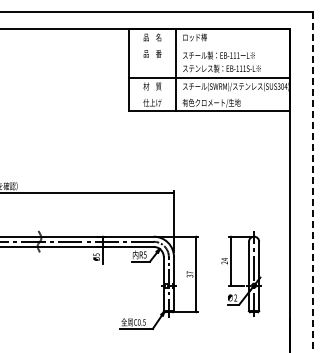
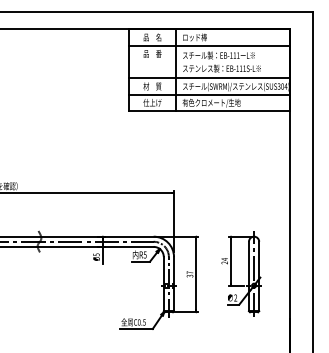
line at (209, 45): none -> present
line at (209, 94): none -> present
line at (313, 183): dashed -> solid
